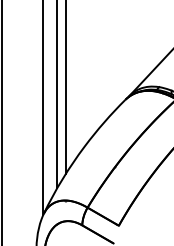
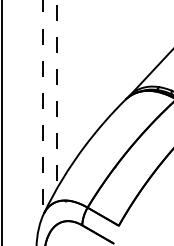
line at (65, 87): present -> none
line at (57, 94): solid -> dashed
line at (43, 108): solid -> dashed
